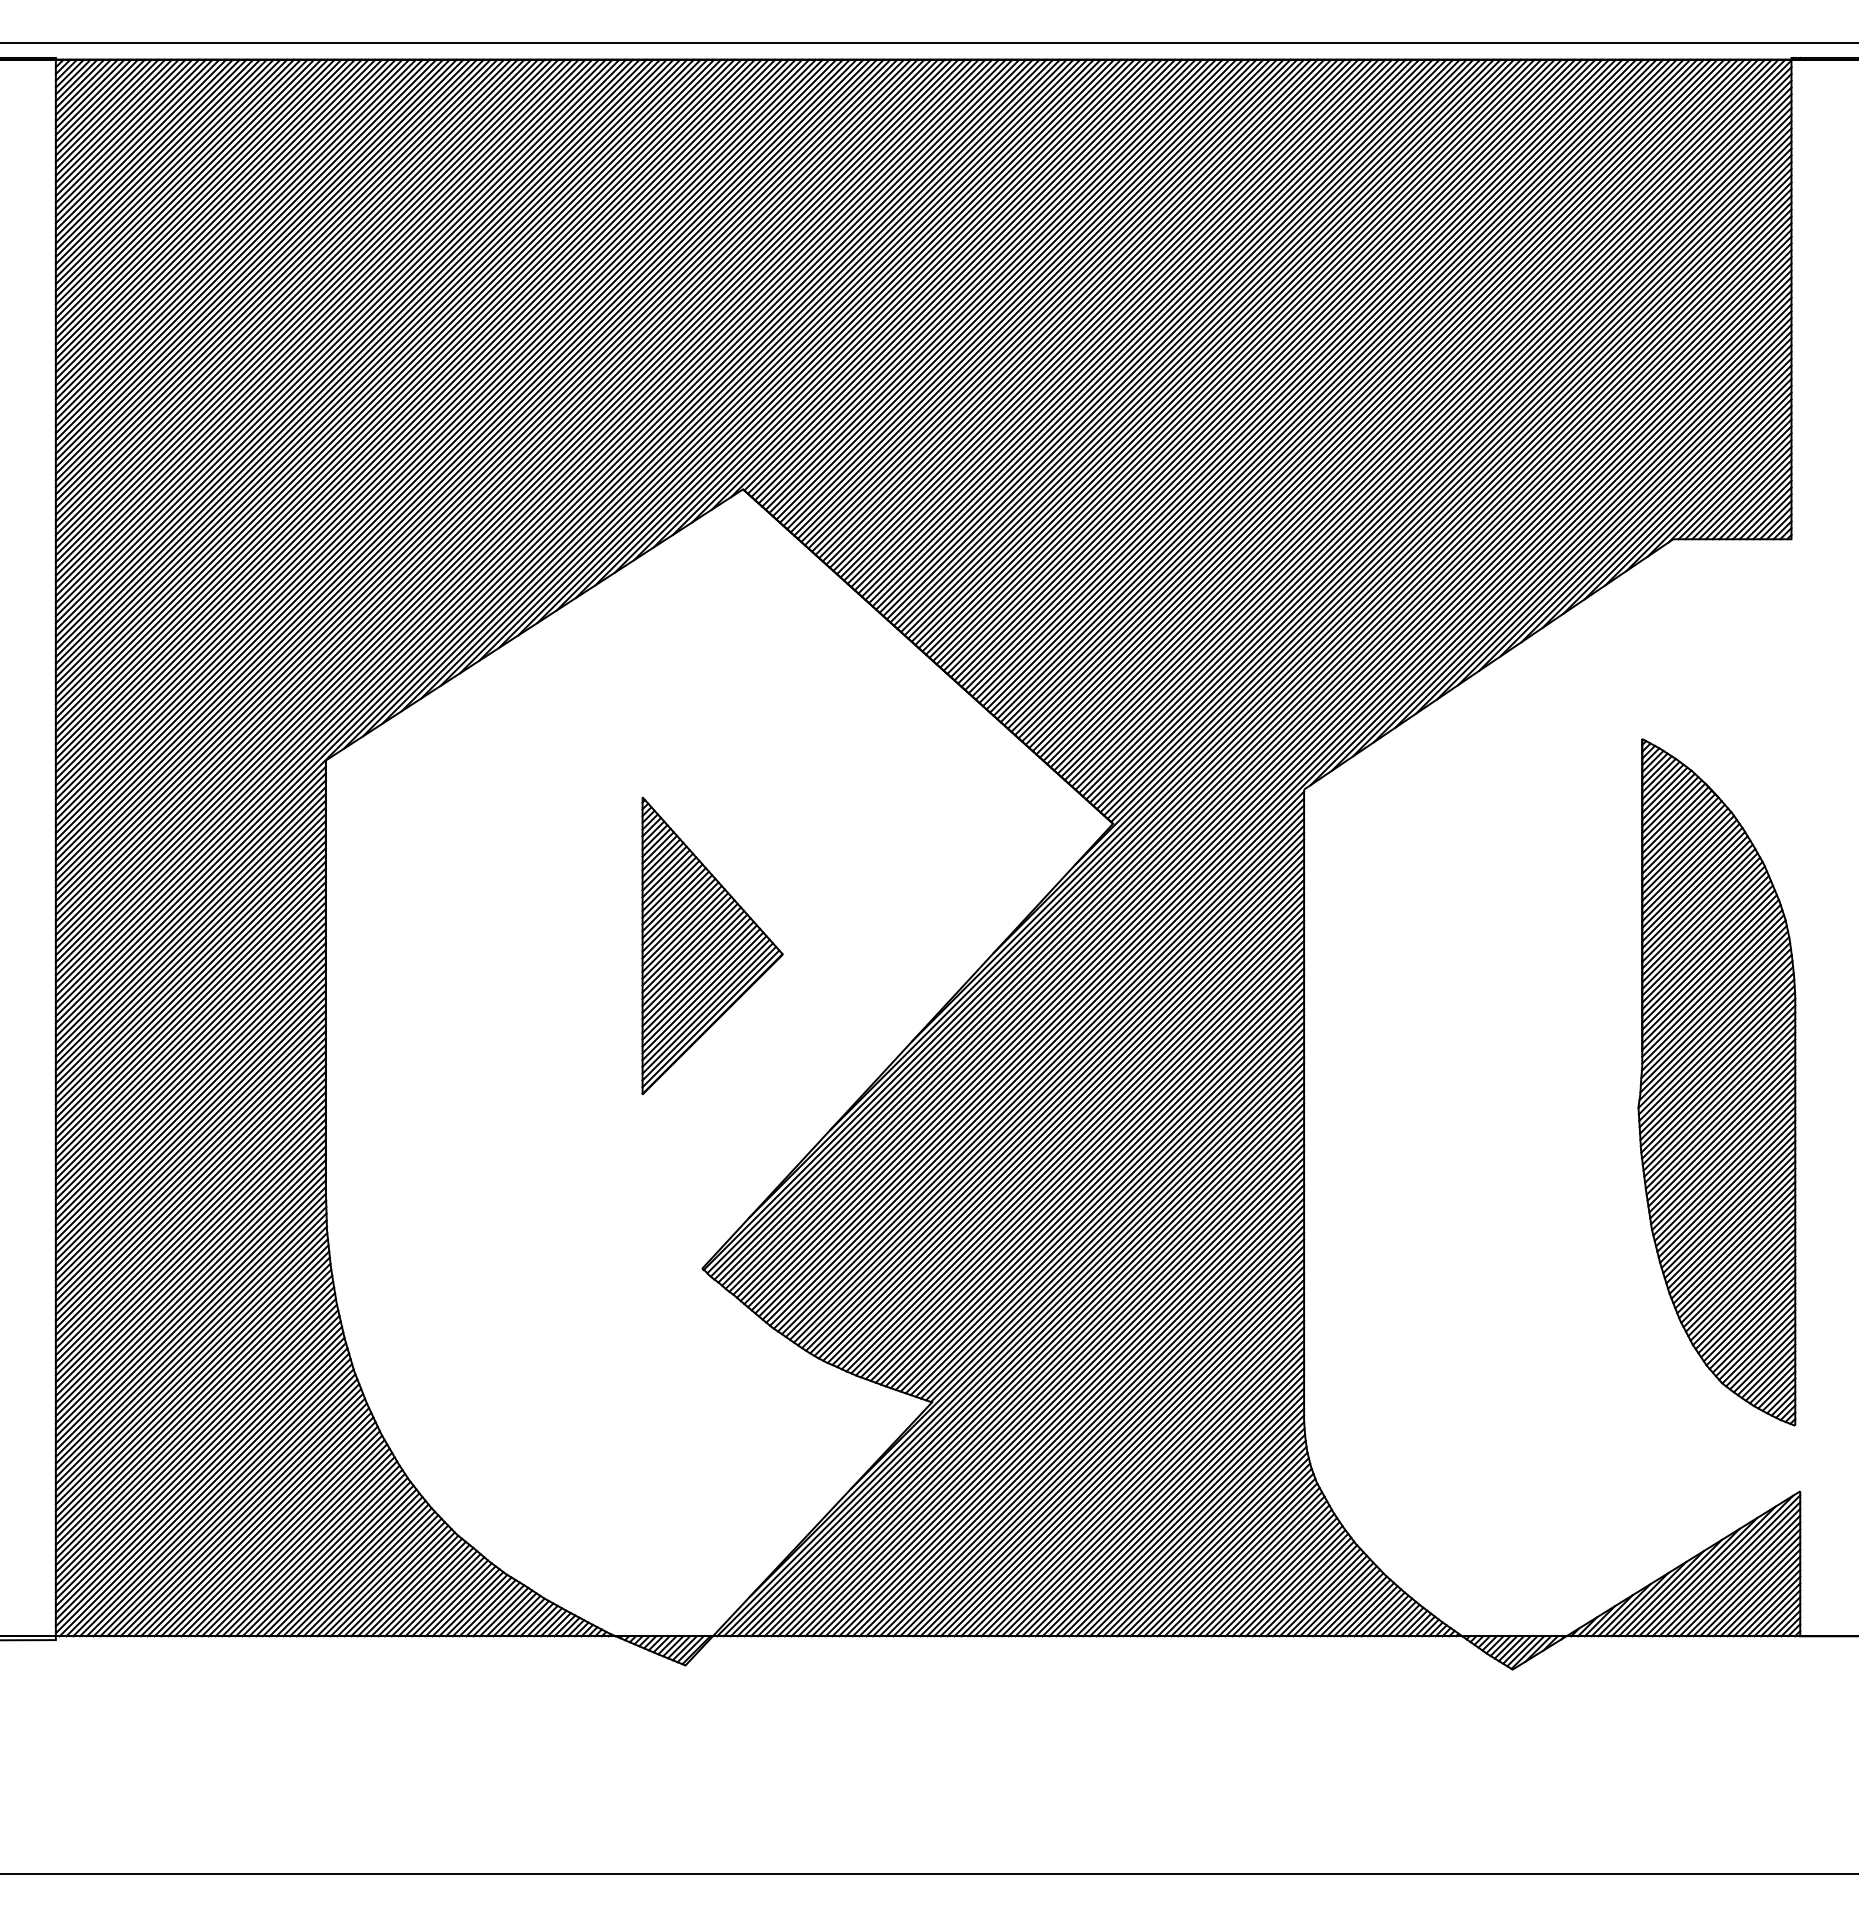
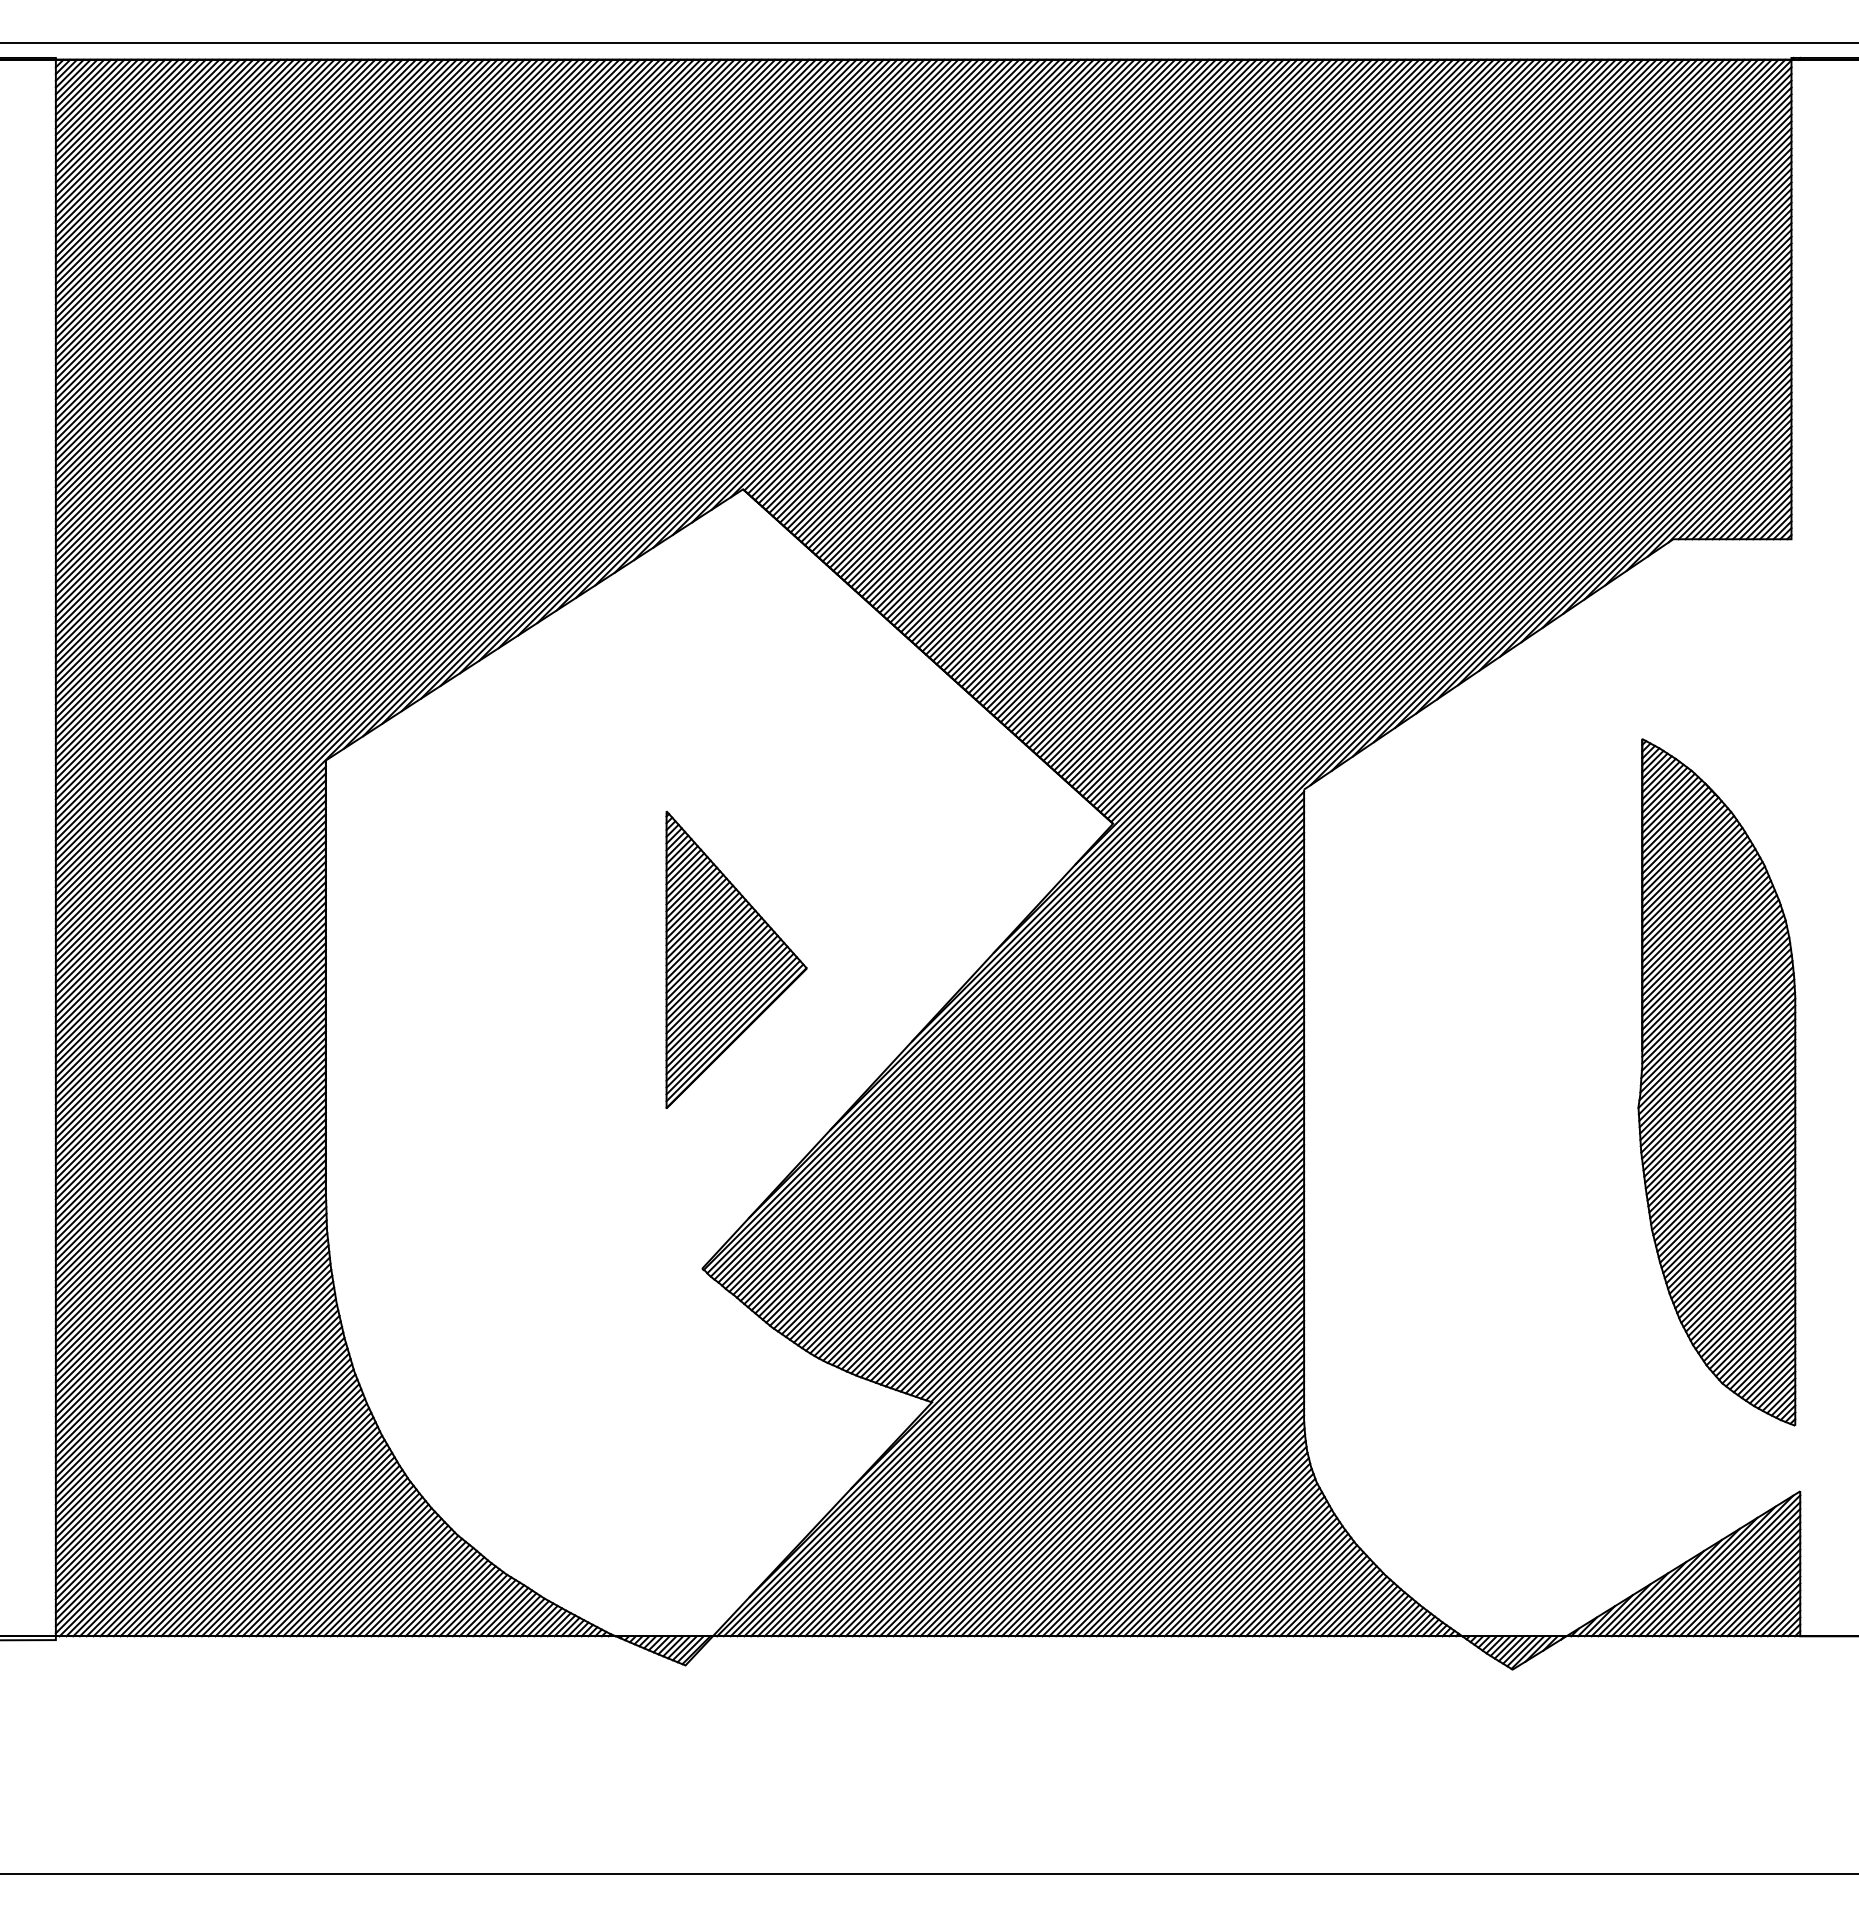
part at (712, 945) position: (712, 945) -> (736, 959)
